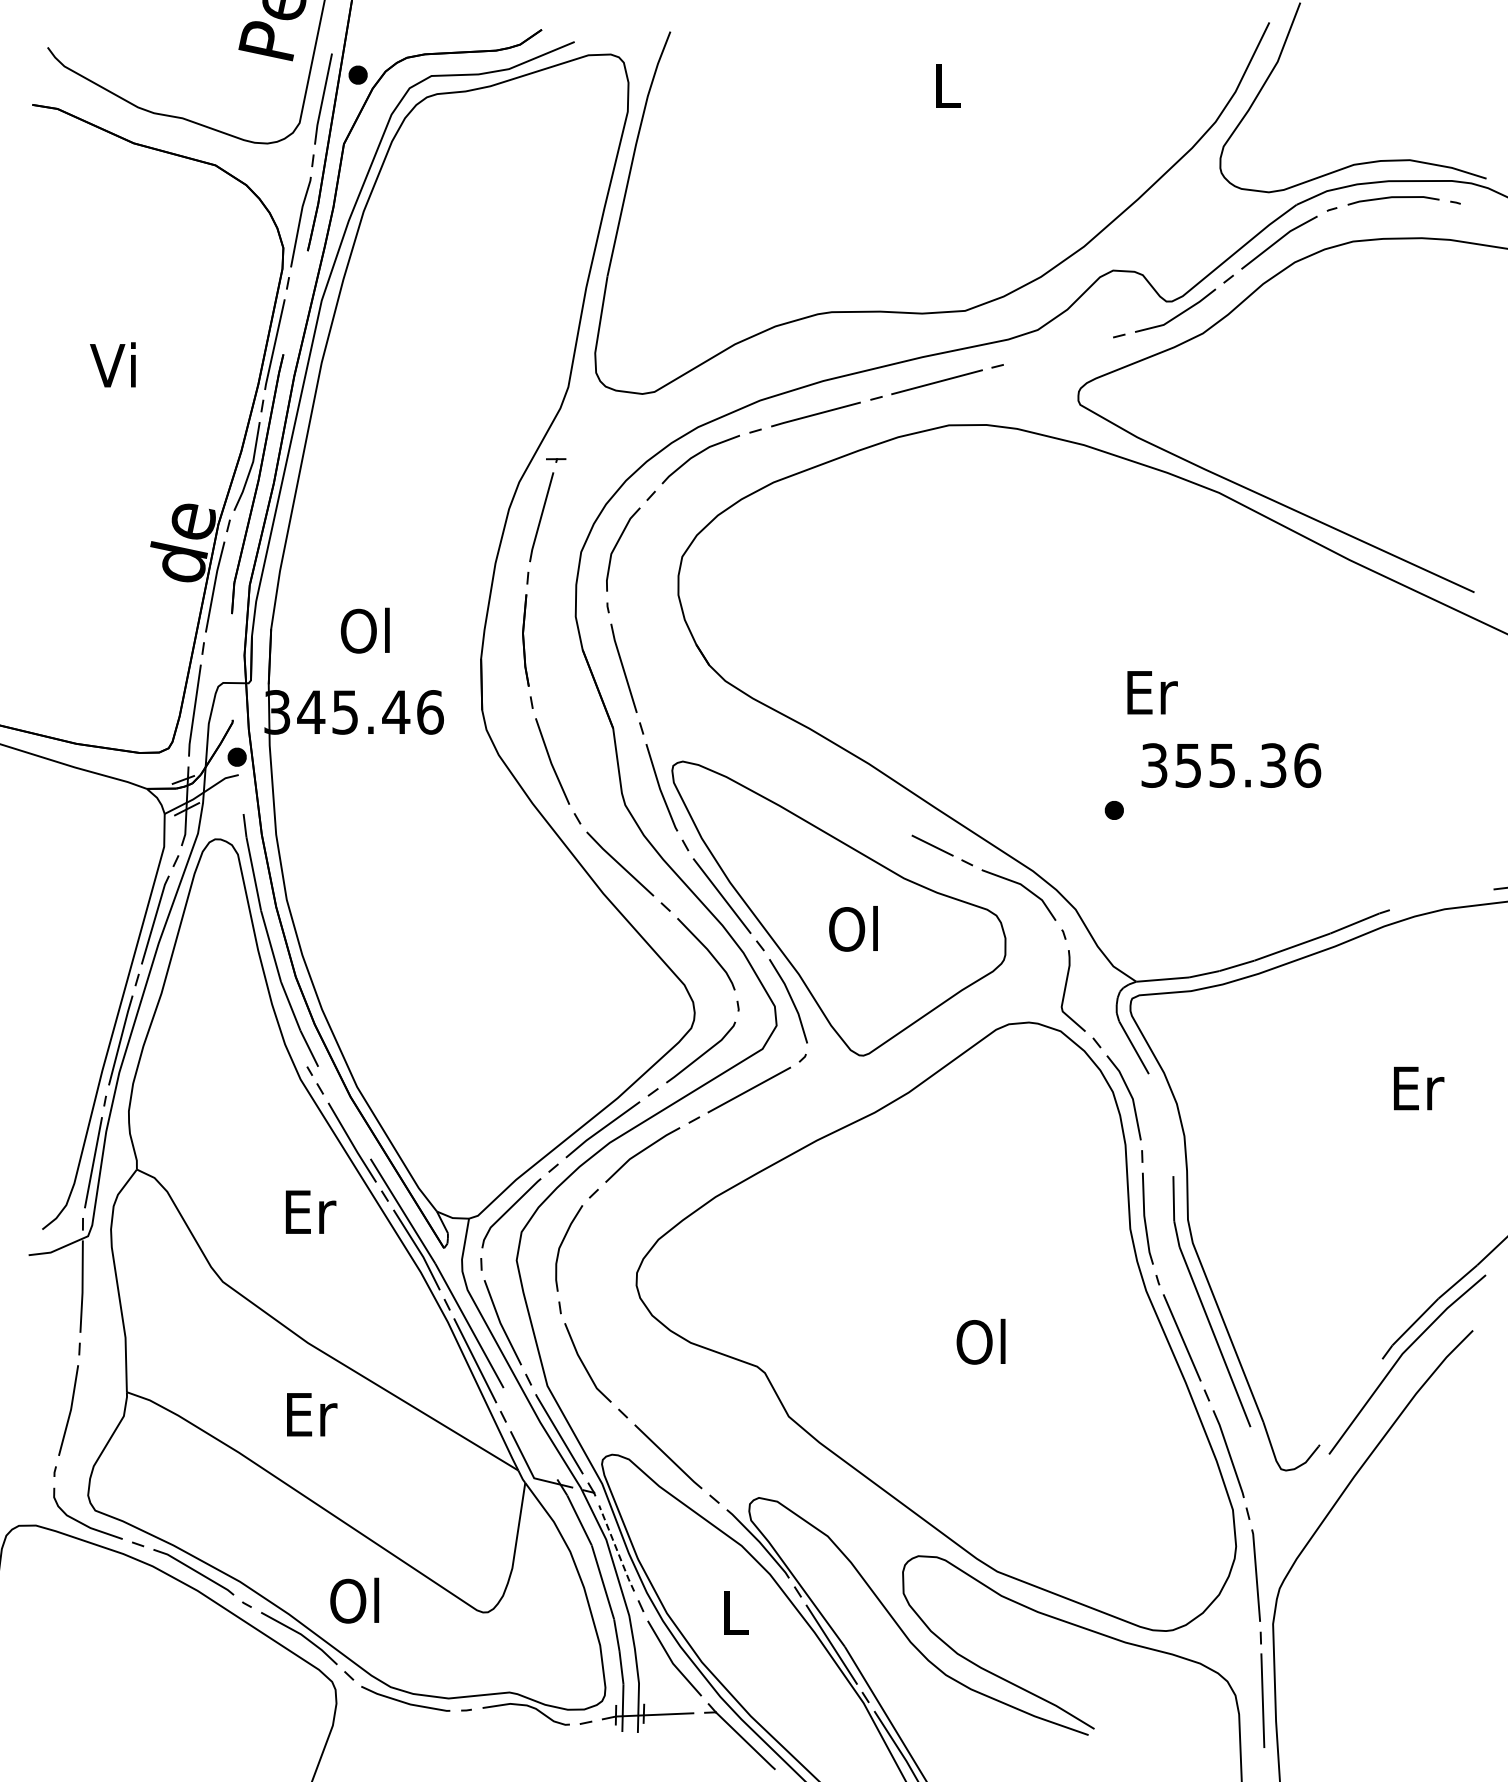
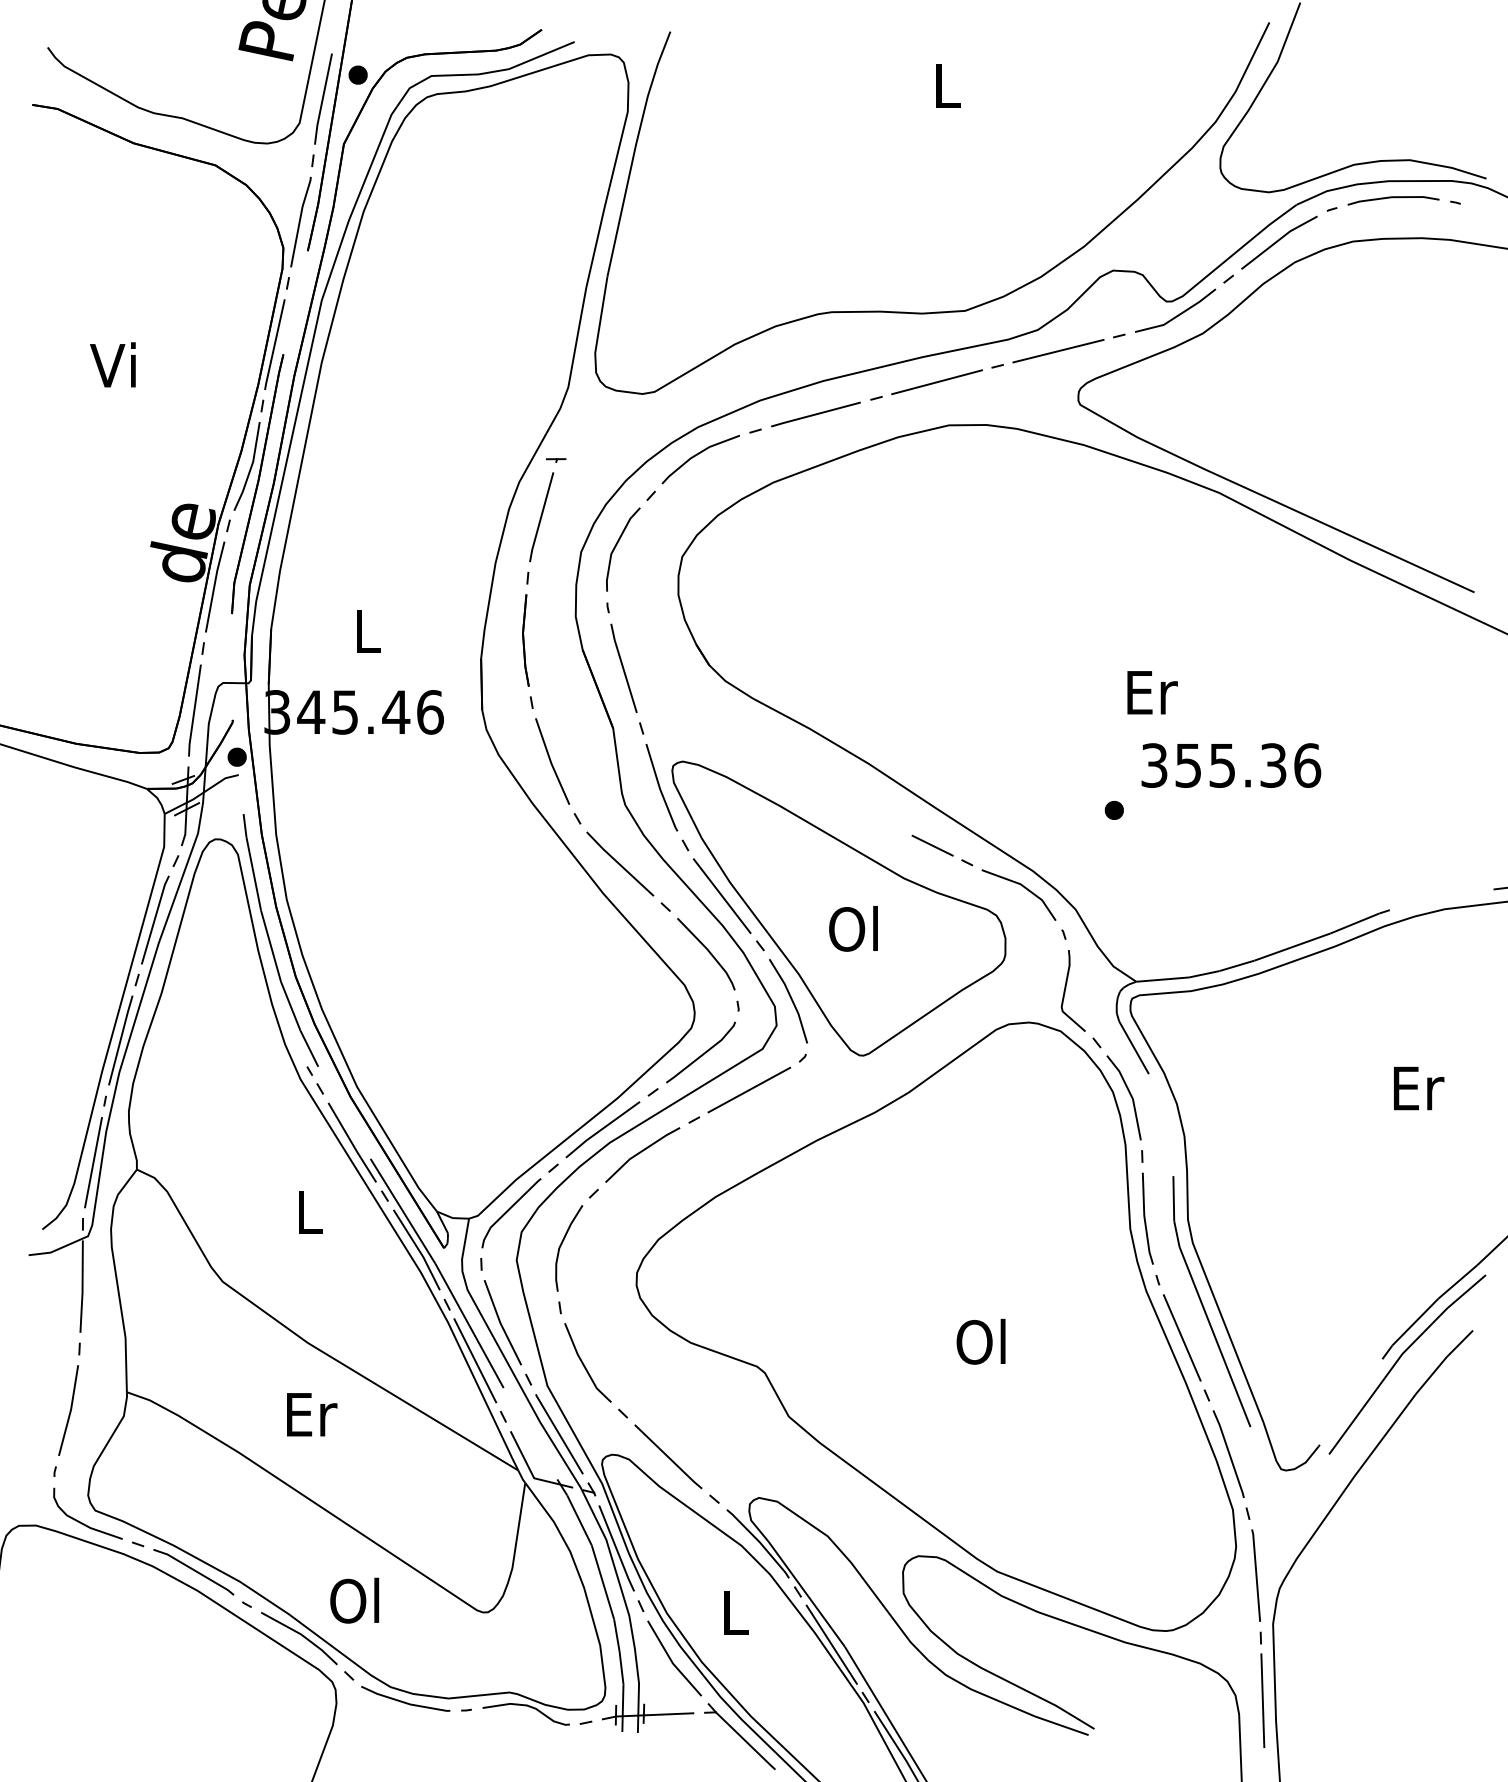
line at (1058, 350): none -> present
text at (364, 630): Ol -> L
text at (310, 1211): Er -> L
line at (616, 1548): dashed -> solid
